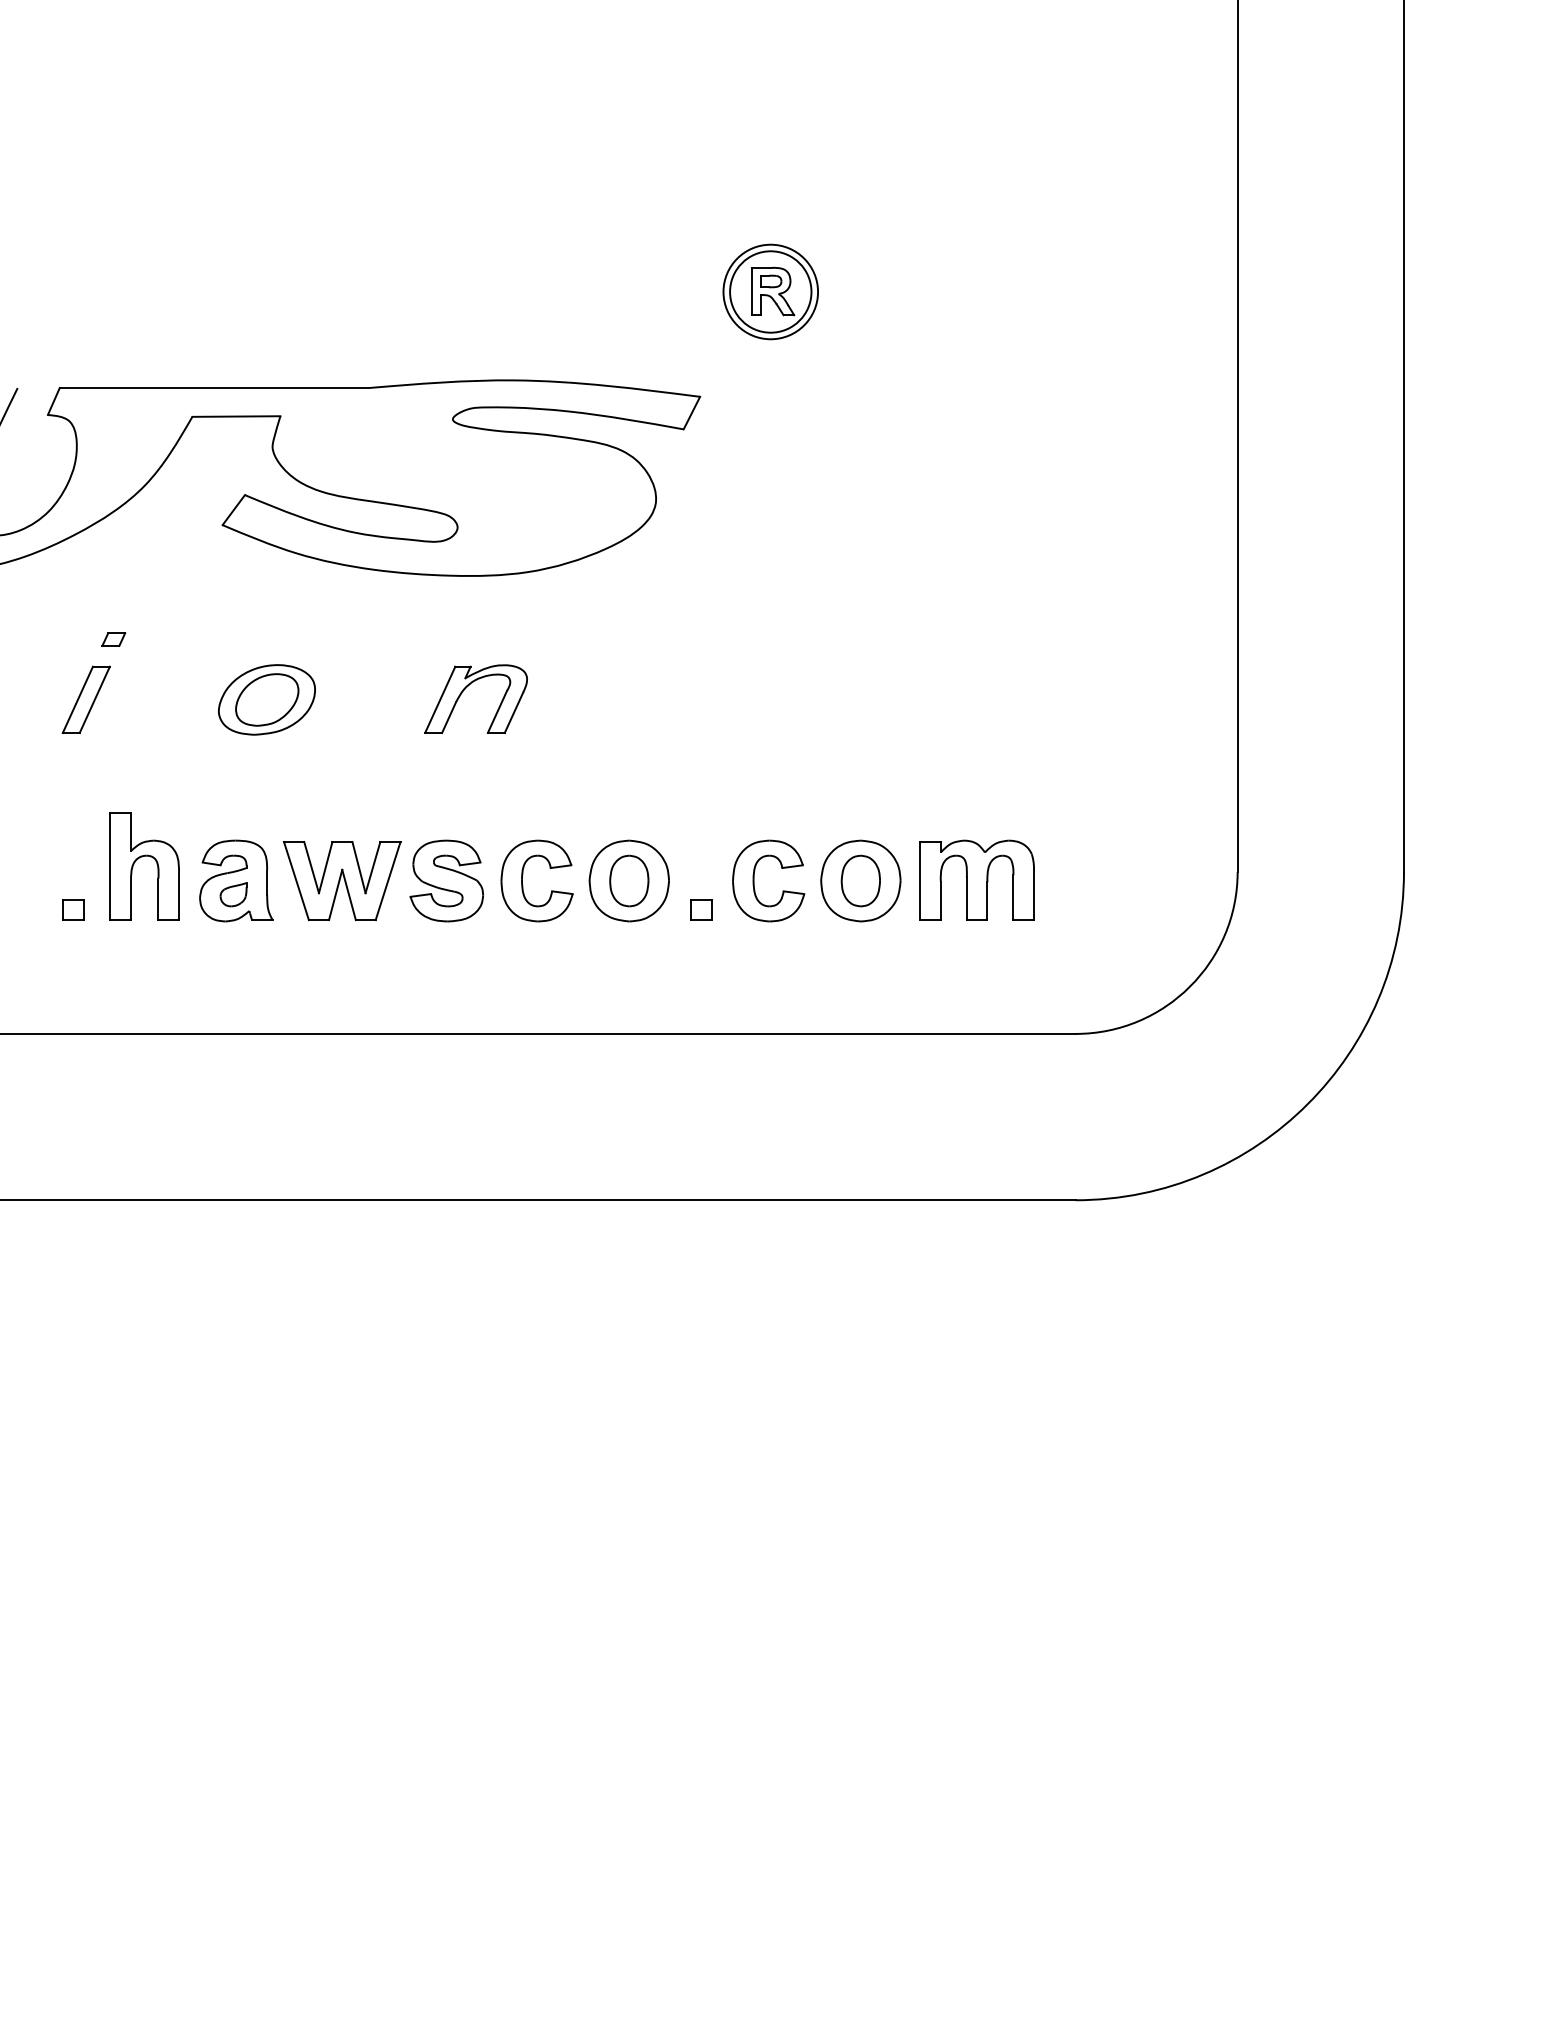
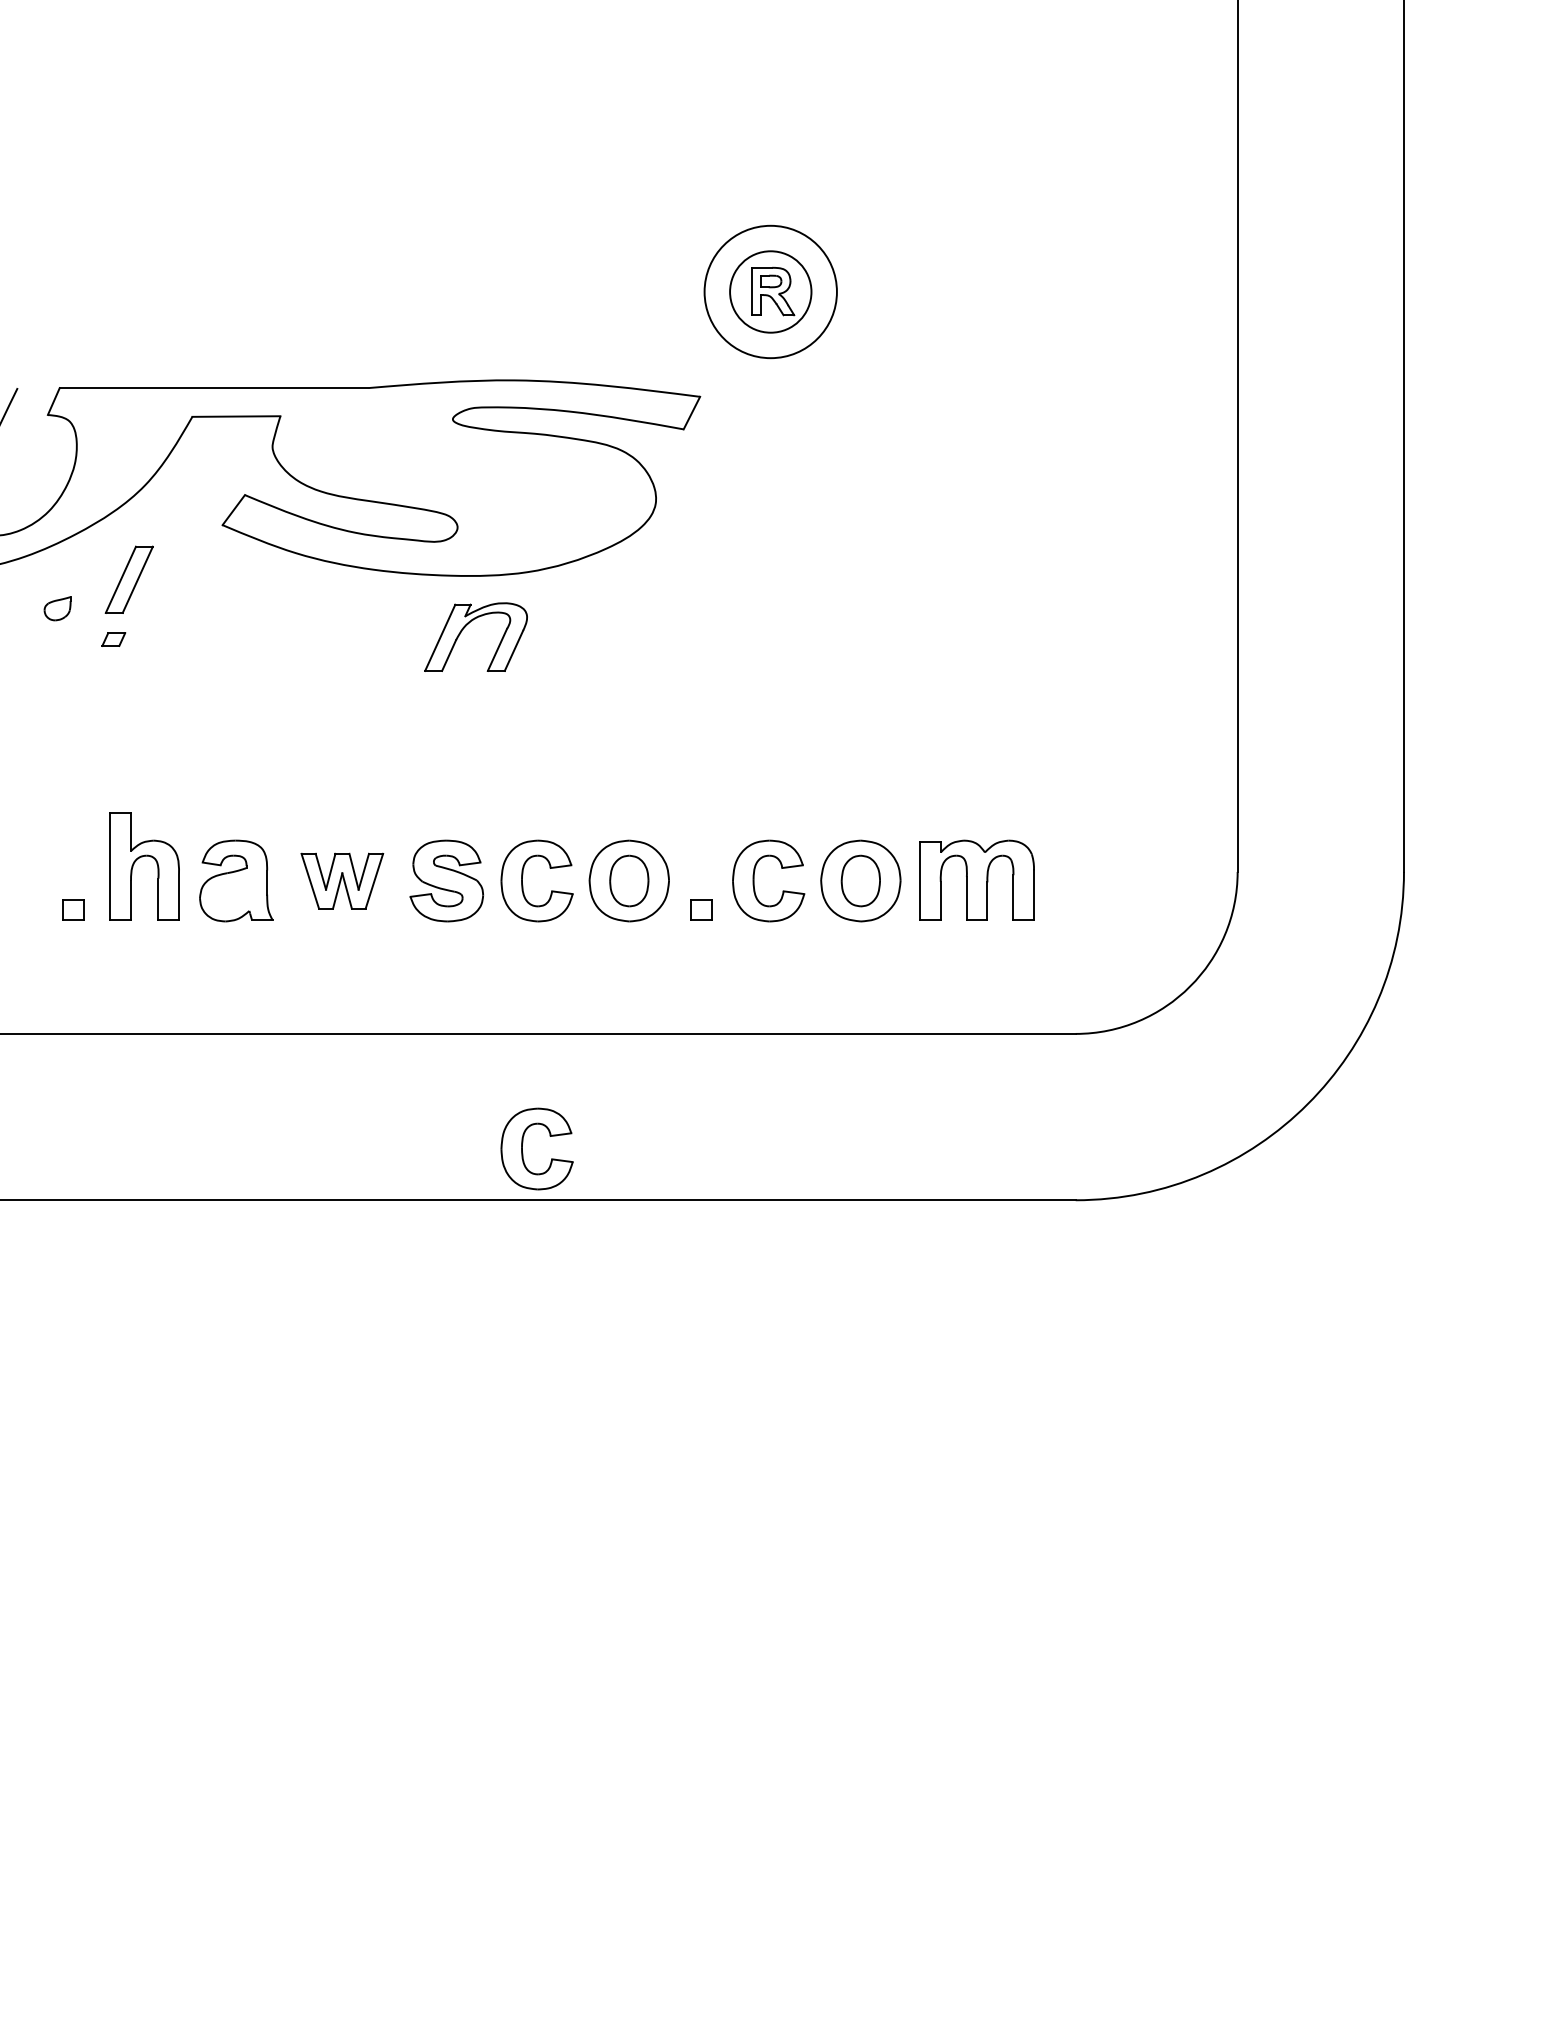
circle at (770, 291) diameter: 95 px -> 132 px
part at (466, 688) position: (466, 688) -> (466, 626)
part at (85, 699) position: (85, 699) -> (128, 579)
part at (266, 699): present -> none
part at (342, 881) size: 119x81 px -> 85x58 px
part at (233, 894) position: (233, 894) -> (57, 608)
part at (523, 1153): none -> present
